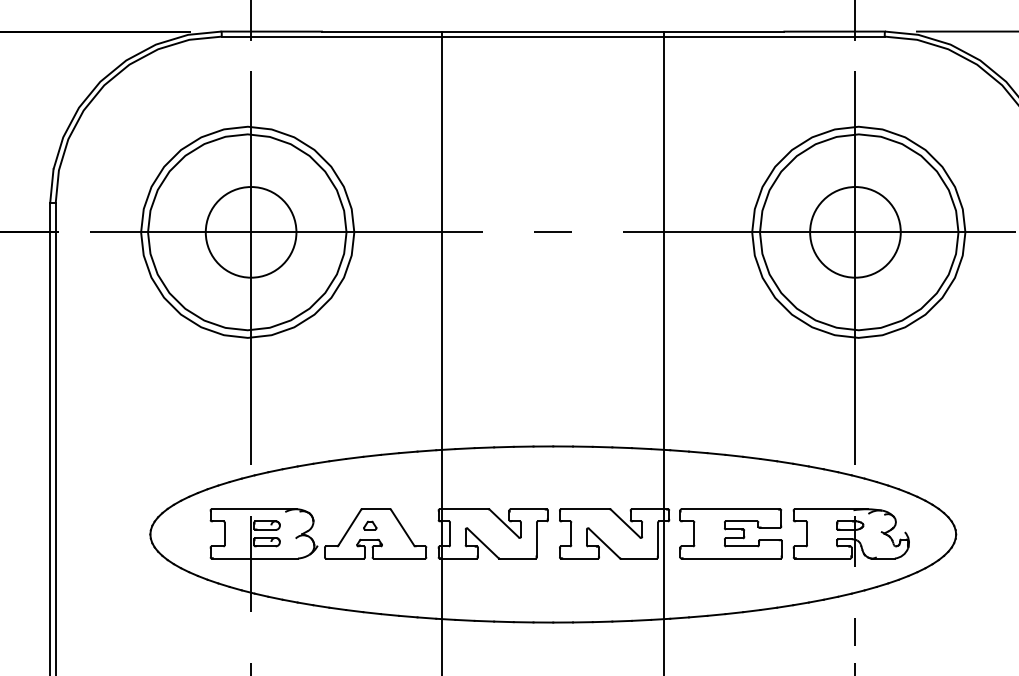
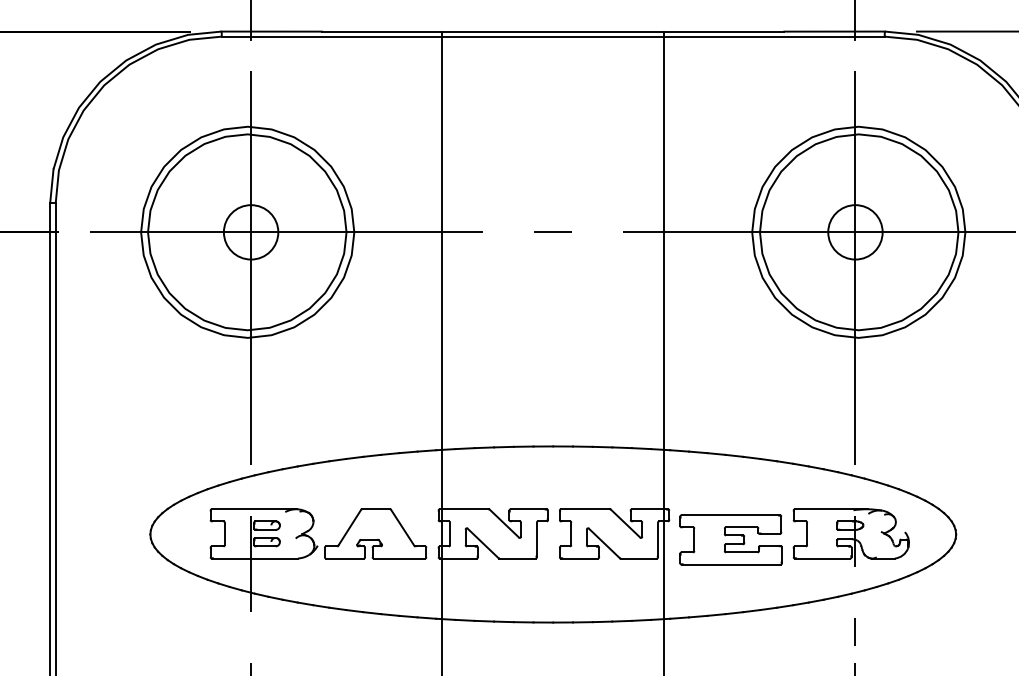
circle at (250, 232) diameter: 91 px -> 54 px
circle at (855, 232) diameter: 91 px -> 54 px
part at (370, 525): present -> none
part at (730, 533) position: (730, 533) -> (730, 539)
